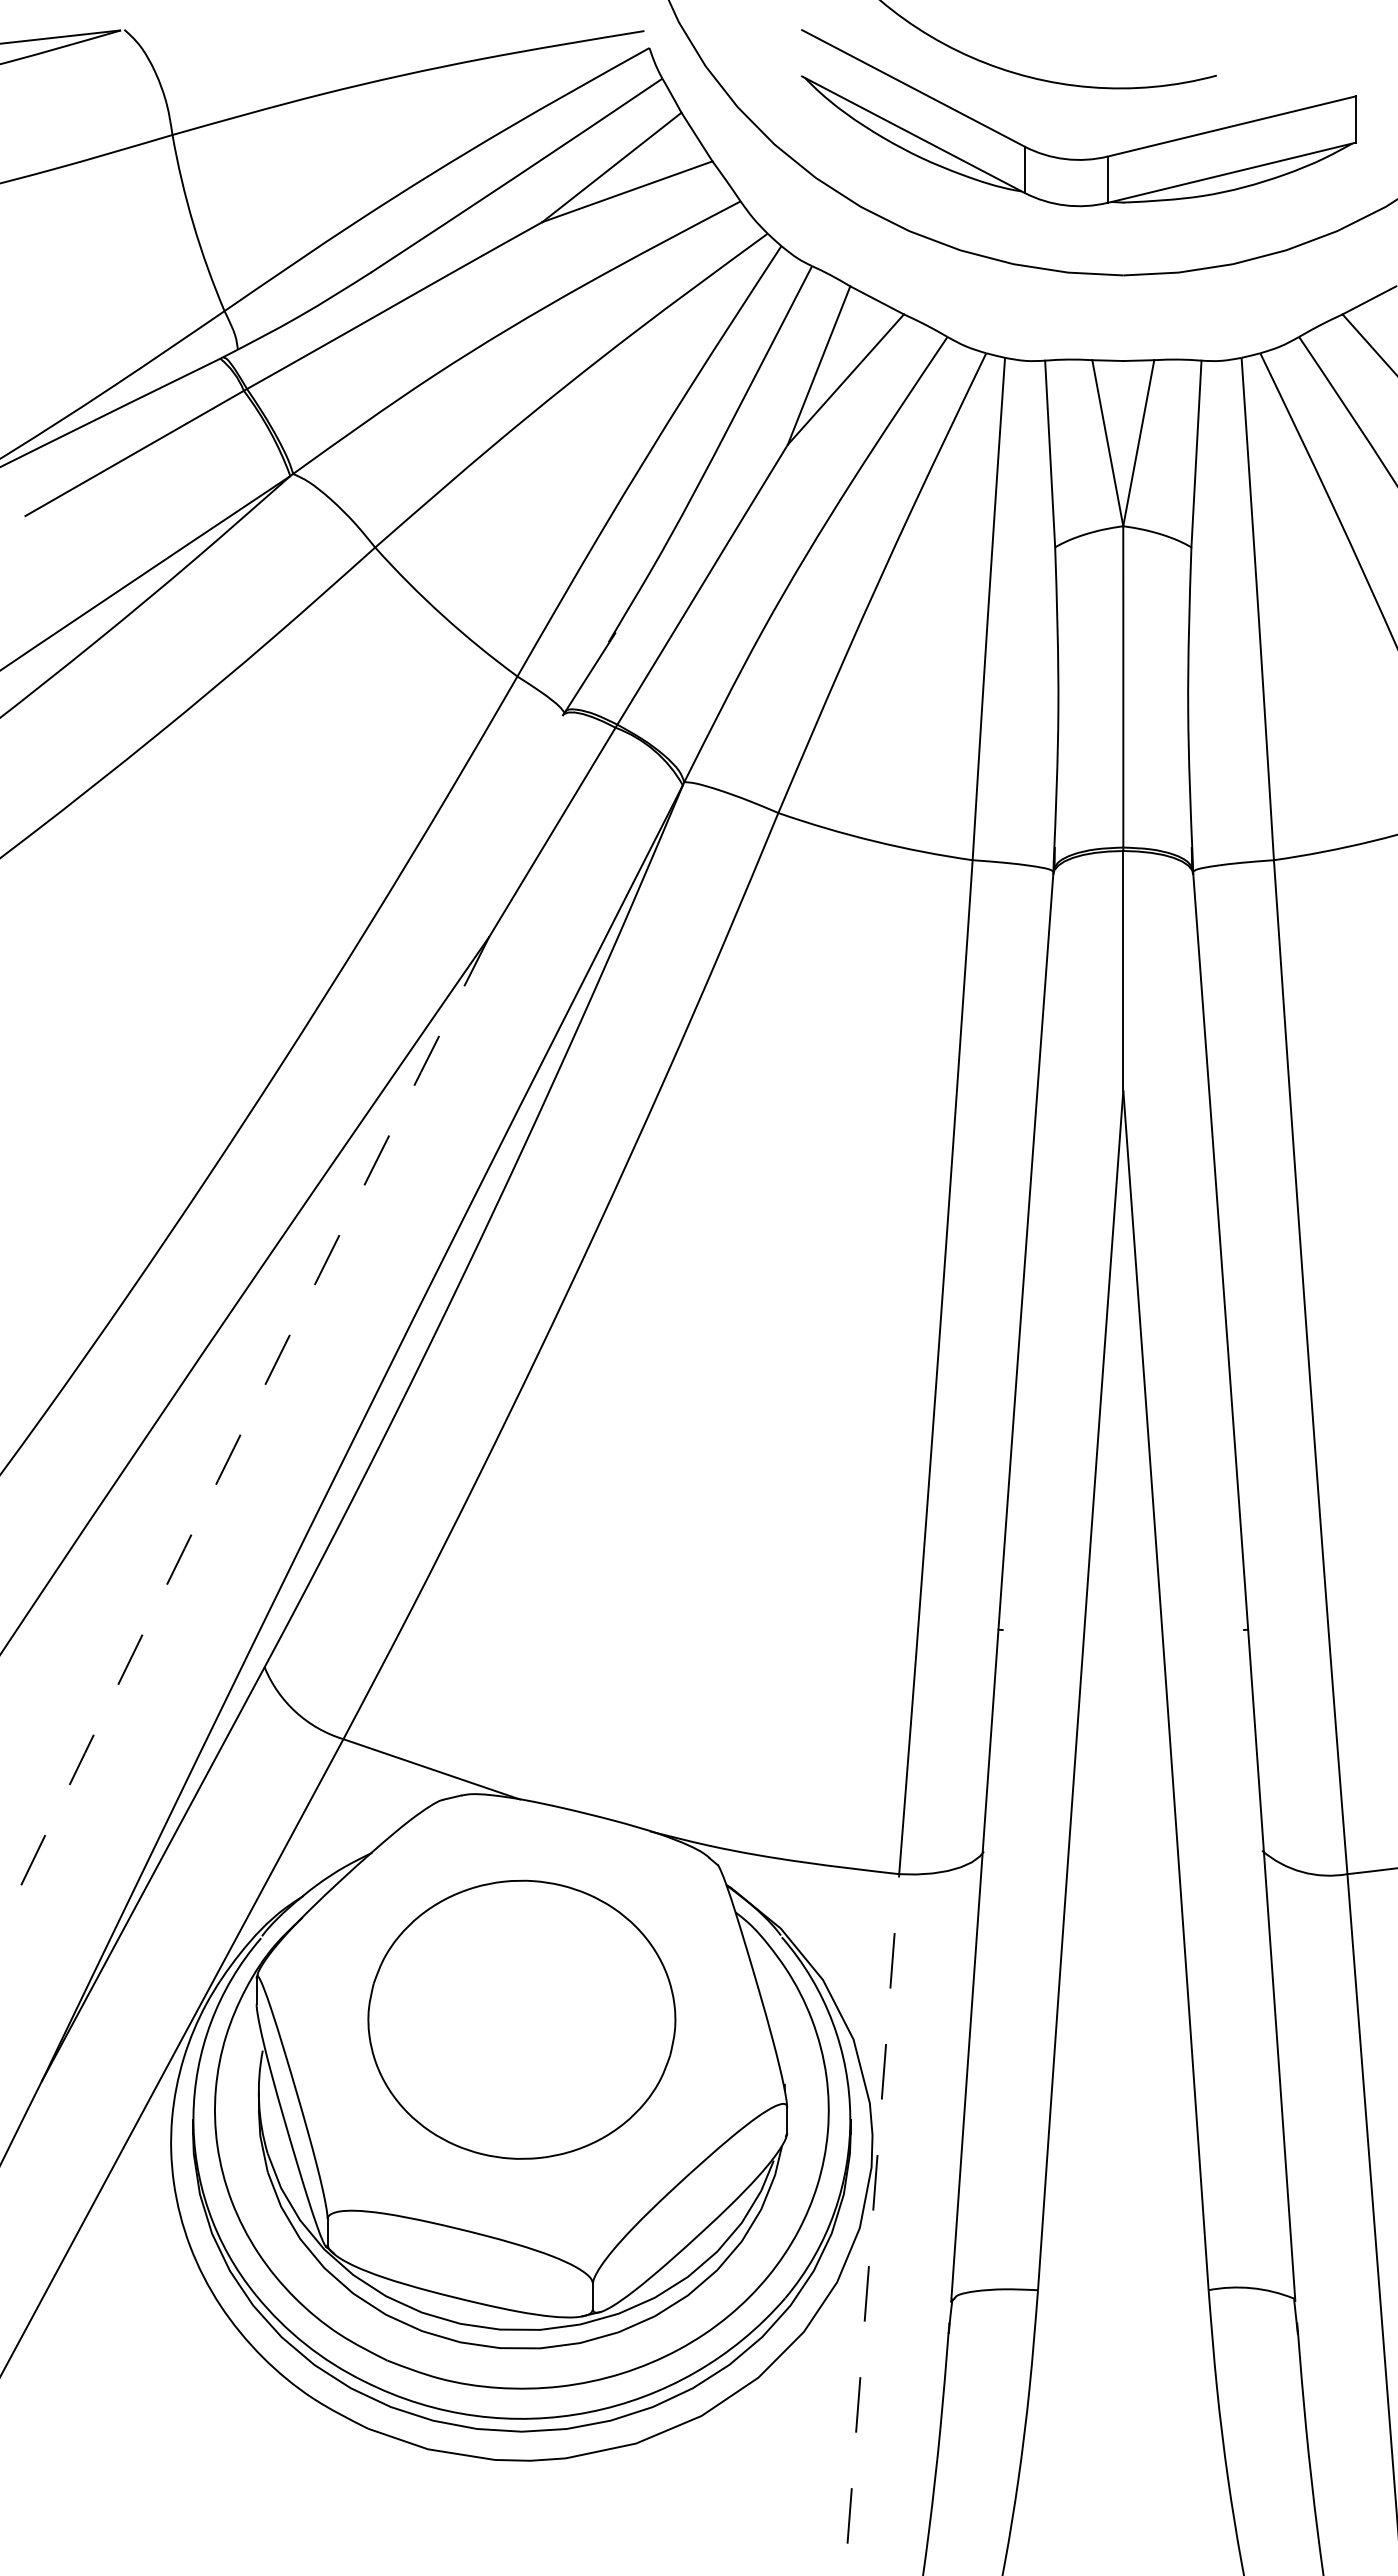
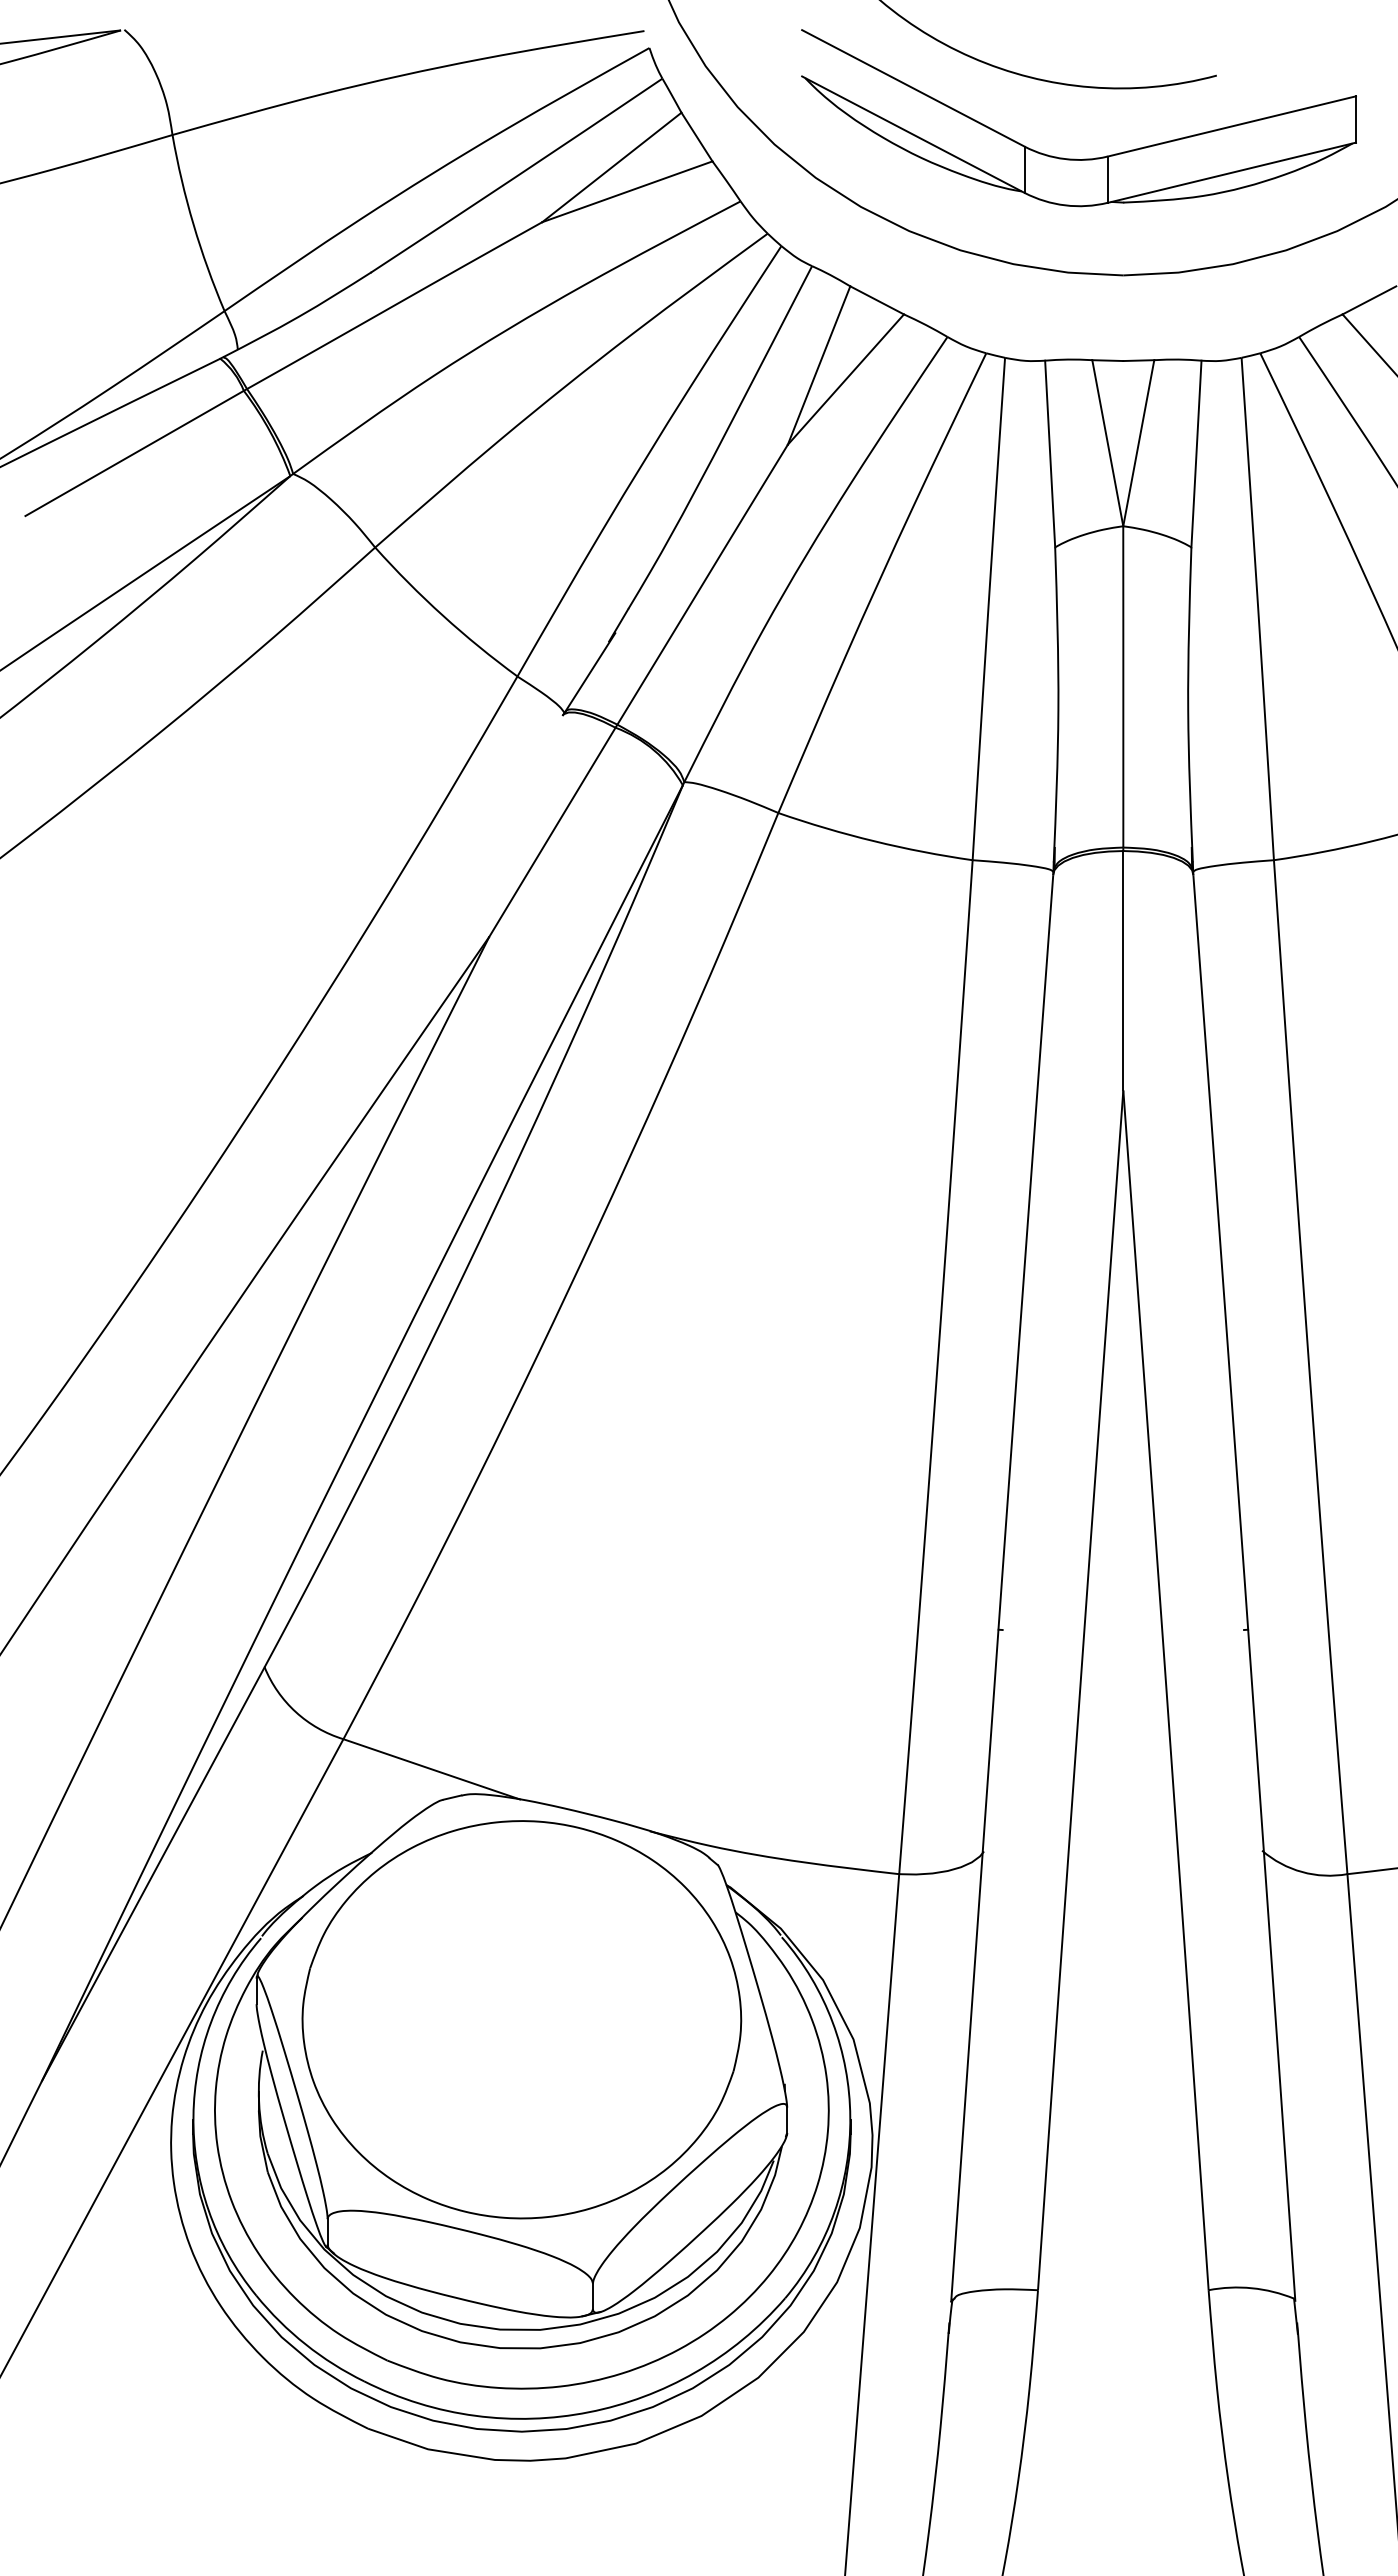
arc at (242, 1431): dashed -> solid
part at (521, 2019) size: 310x281 px -> 442x400 px
line at (872, 2224): dashed -> solid
